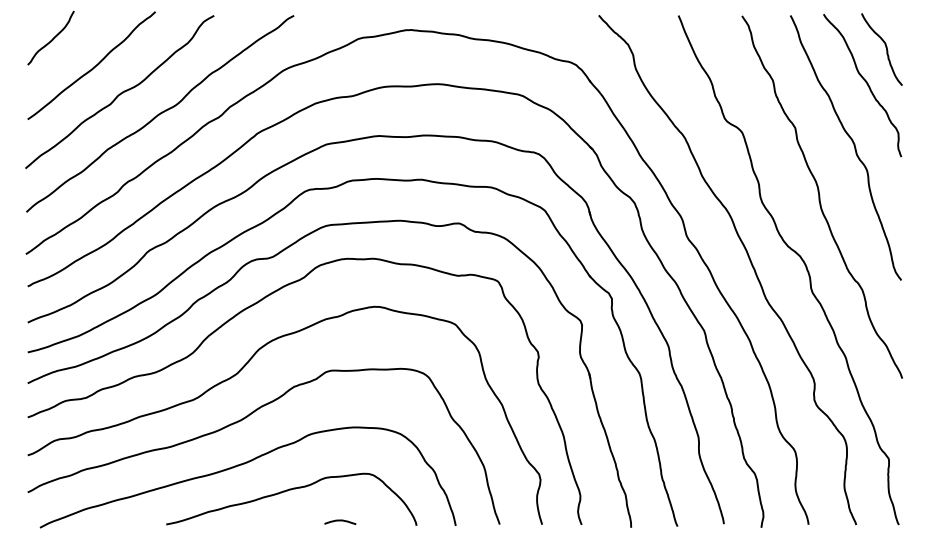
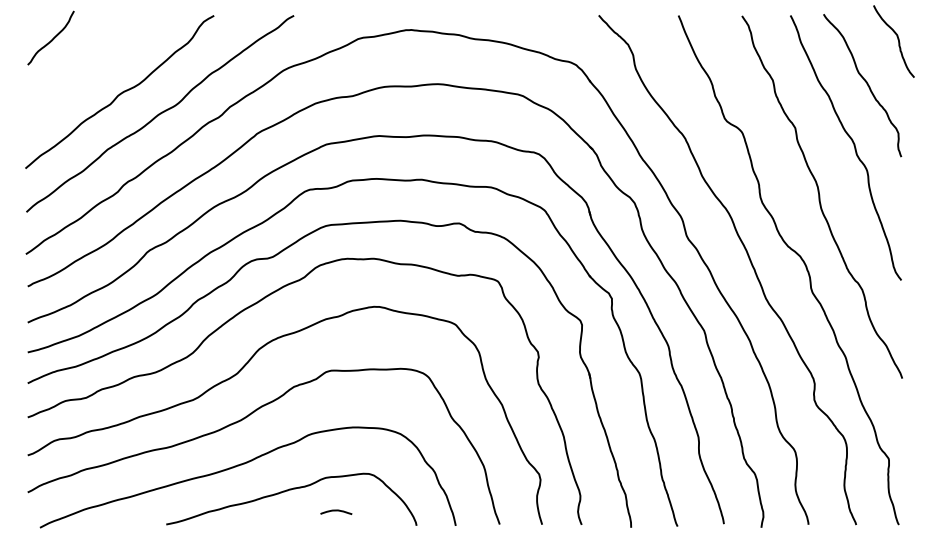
curve at (885, 47) position: (885, 47) -> (897, 39)
curve at (93, 66): present -> none
curve at (340, 521) position: (340, 521) -> (336, 511)
